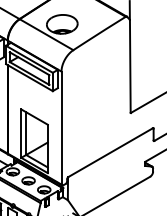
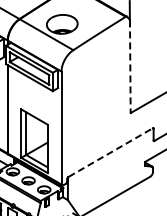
line at (130, 66): solid -> dashed
line at (110, 152): solid -> dashed
